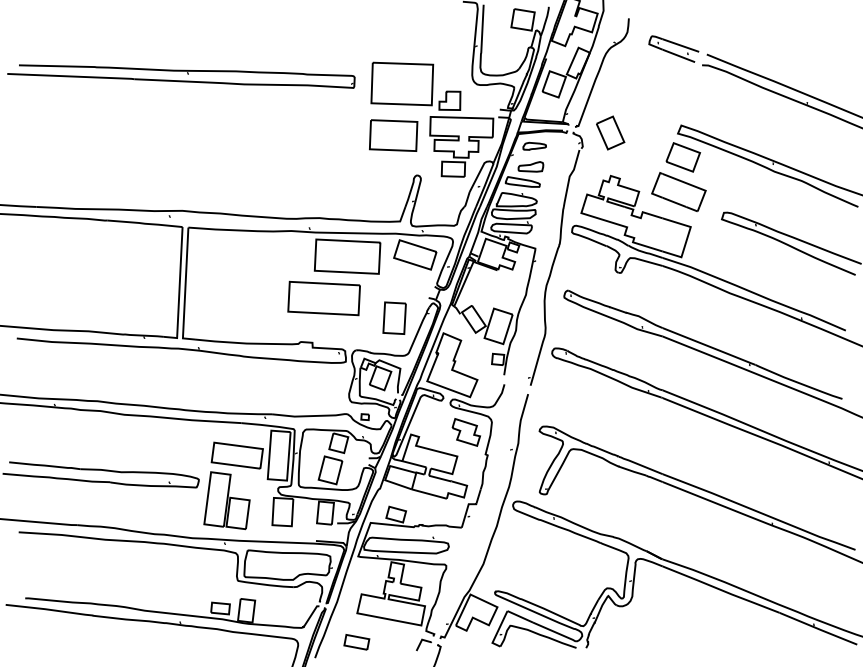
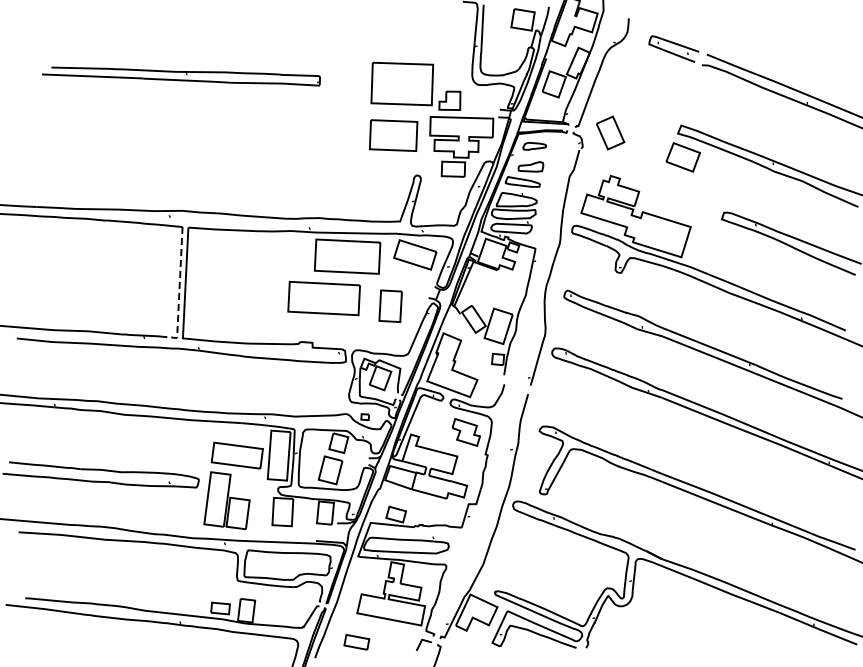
part at (181, 76) size: 349x25 px -> 279x21 px
part at (678, 192): present -> none
line at (179, 290): solid -> dashed
part at (394, 317) position: (394, 317) -> (390, 305)
